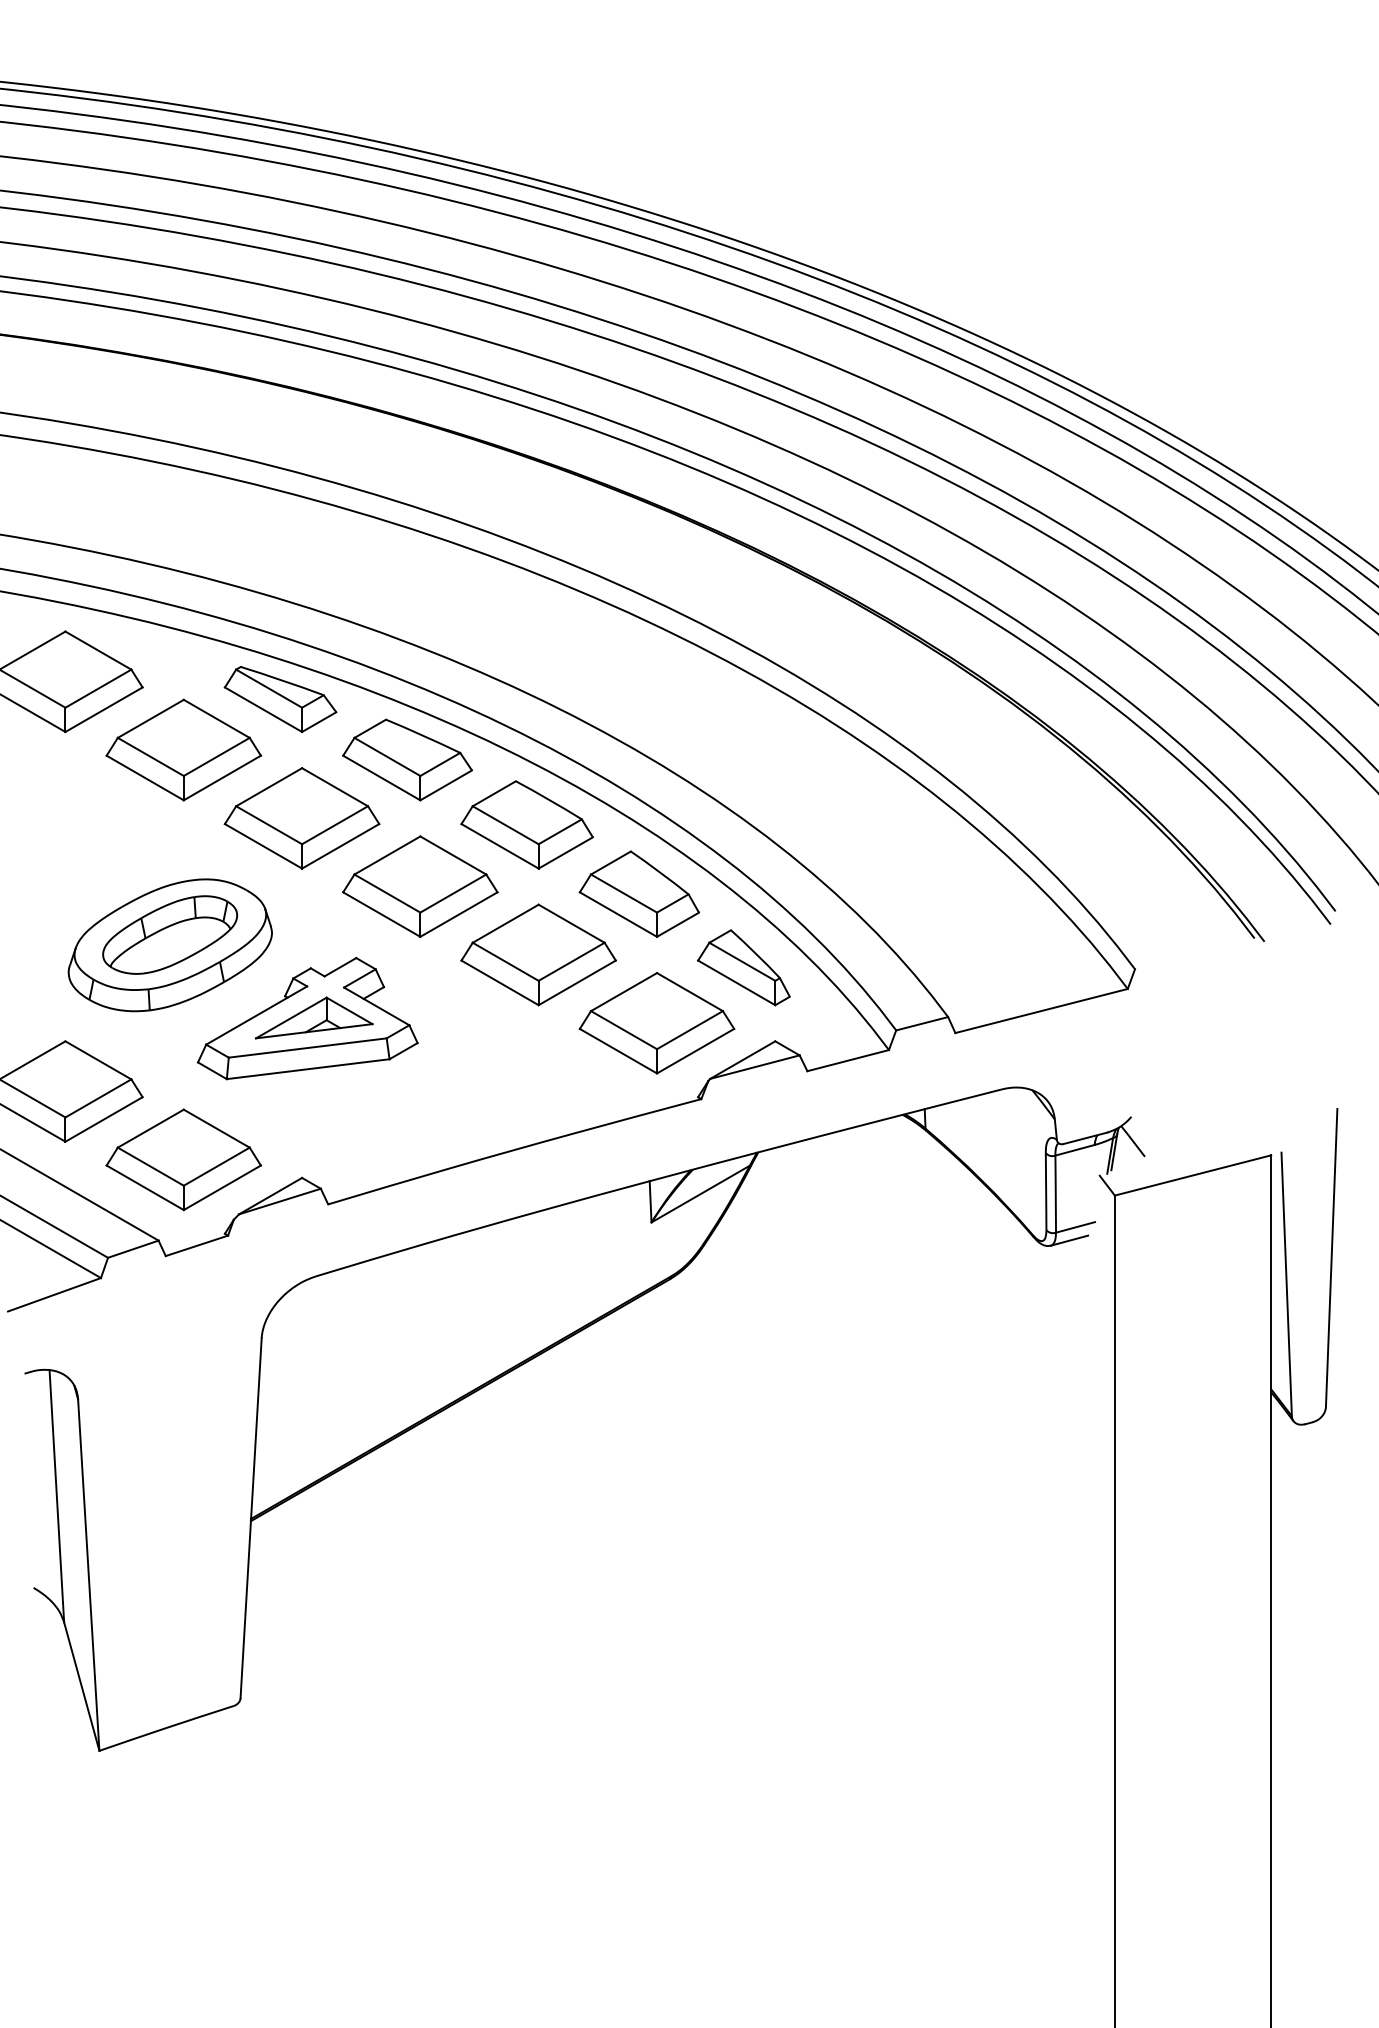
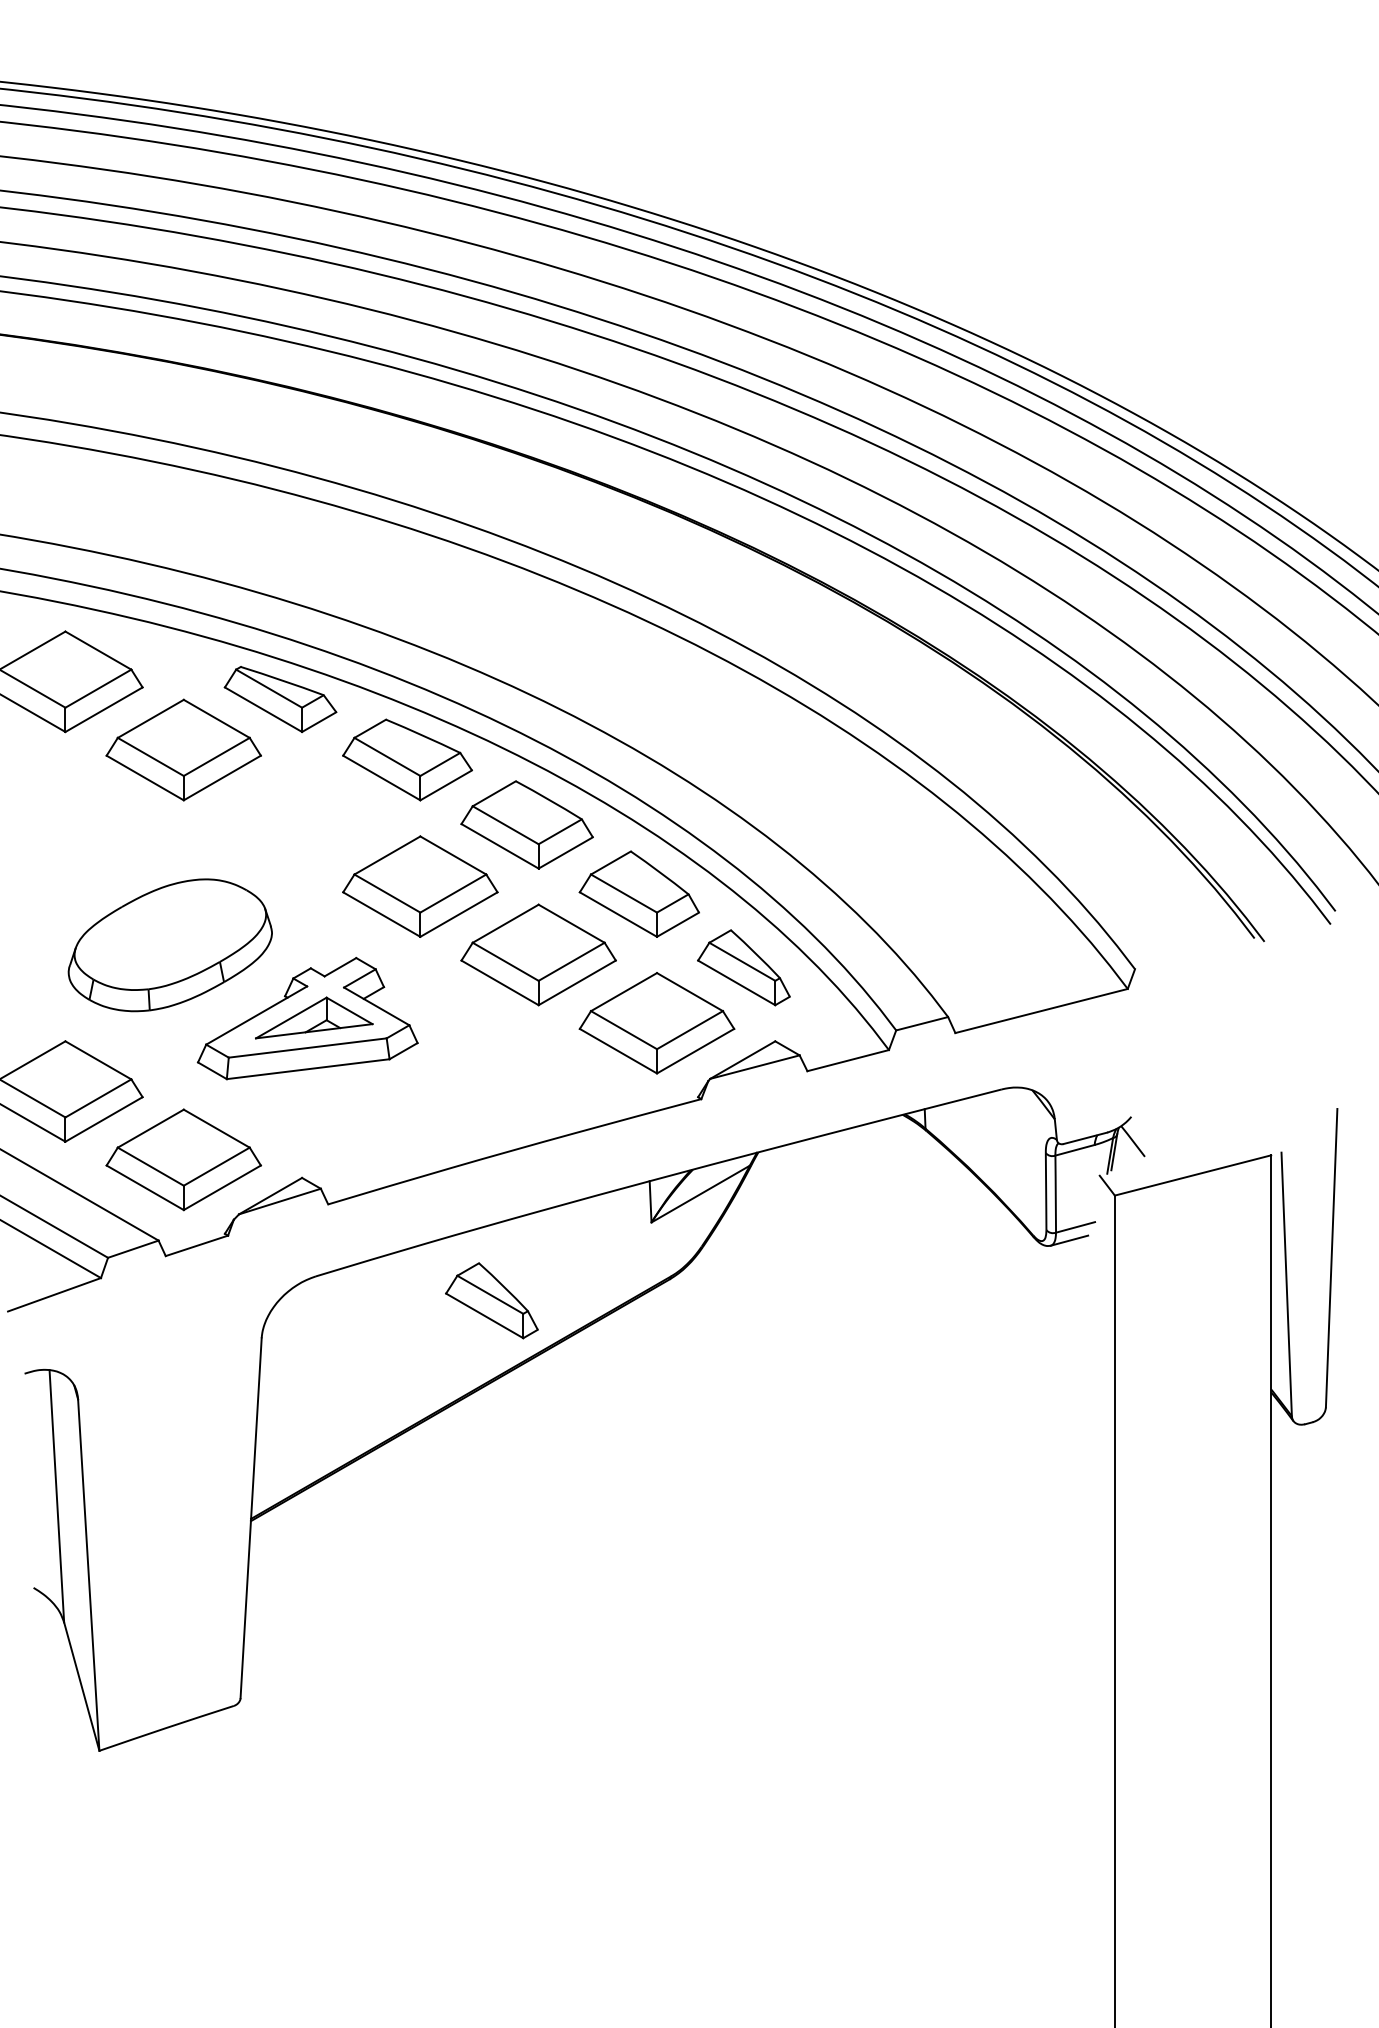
part at (301, 818): present -> none
part at (170, 934): present -> none
part at (491, 1300): none -> present
